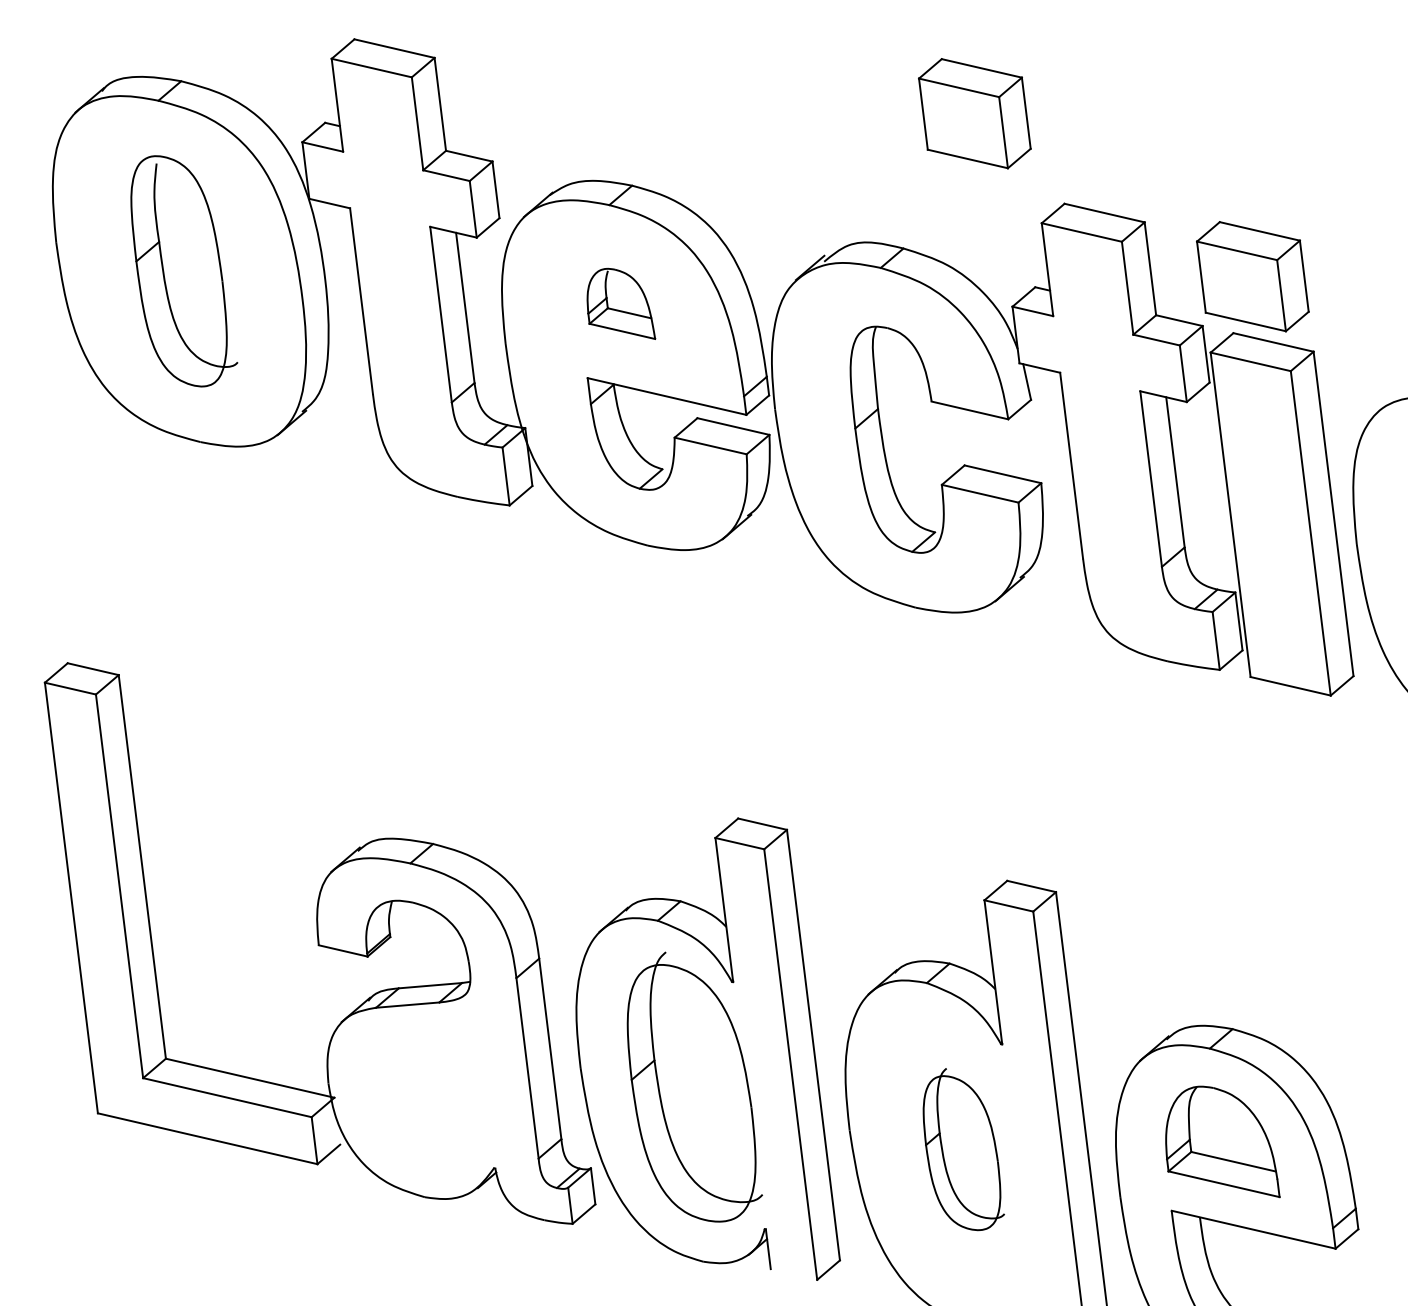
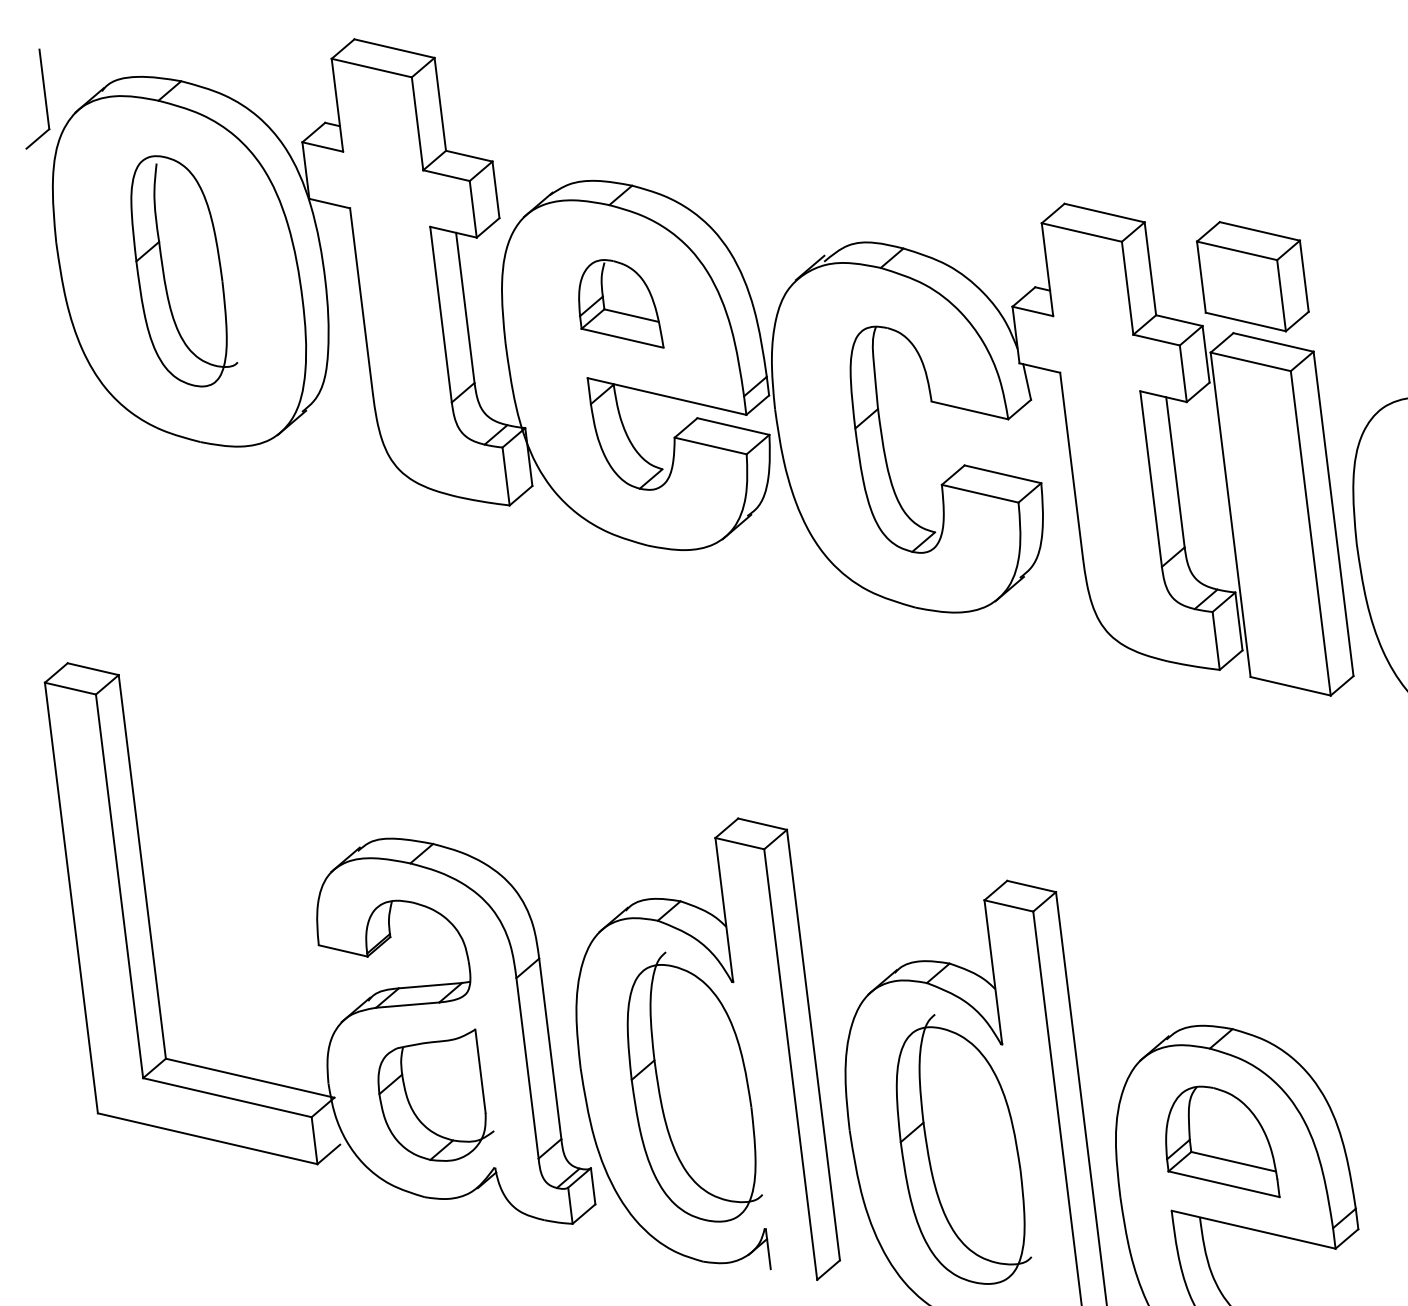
part at (44, 98): none -> present
part at (974, 113): present -> none
part at (621, 303) size: 71x73 px -> 87x90 px
part at (435, 1094): none -> present
part at (963, 1149) size: 83x164 px -> 138x271 px
